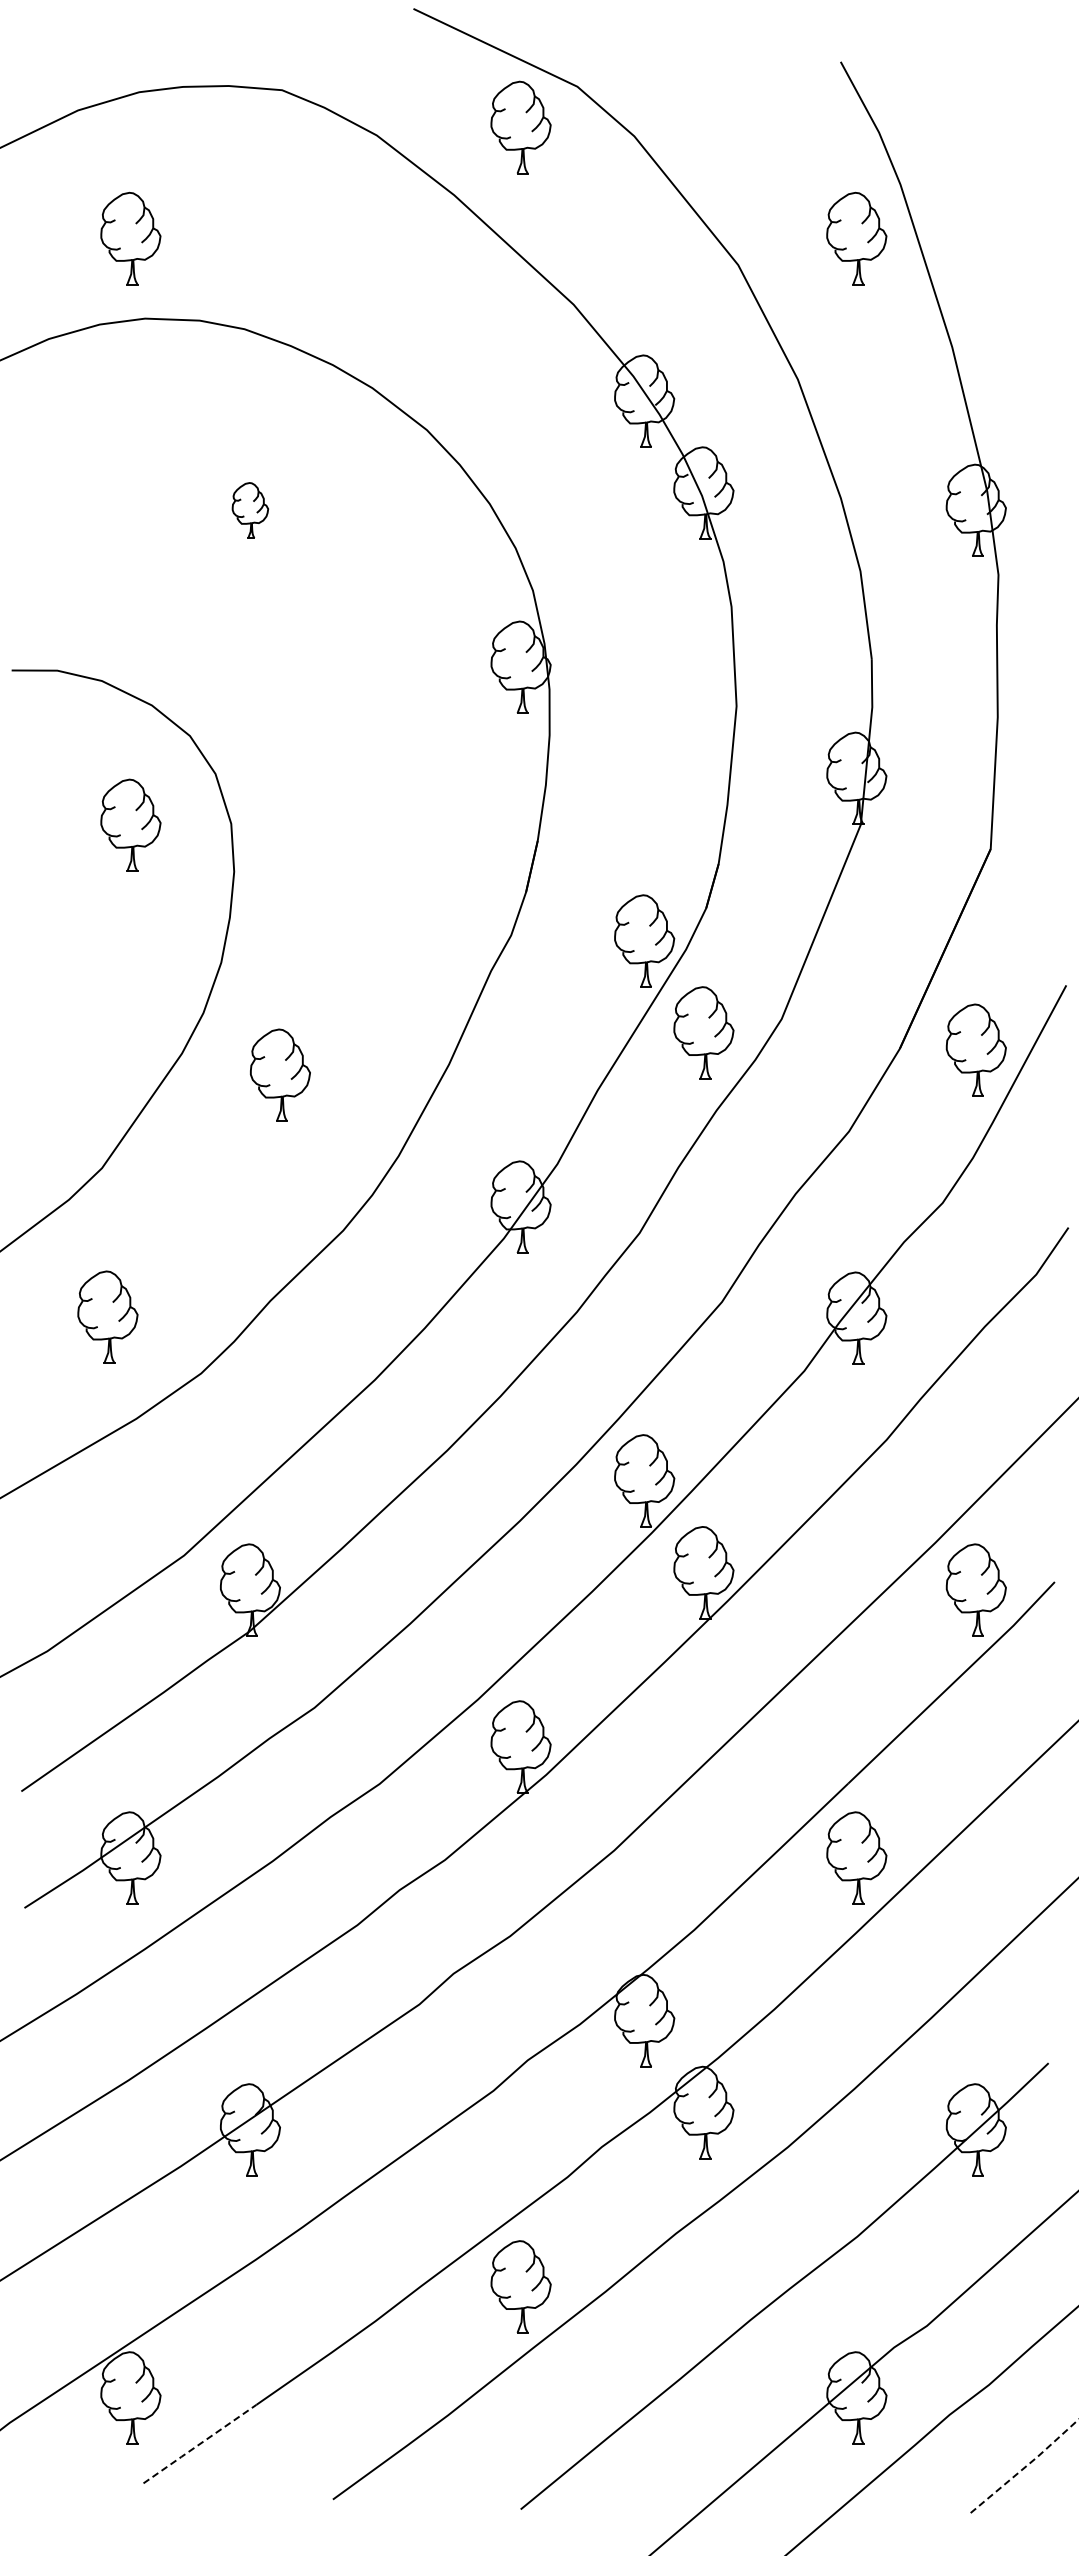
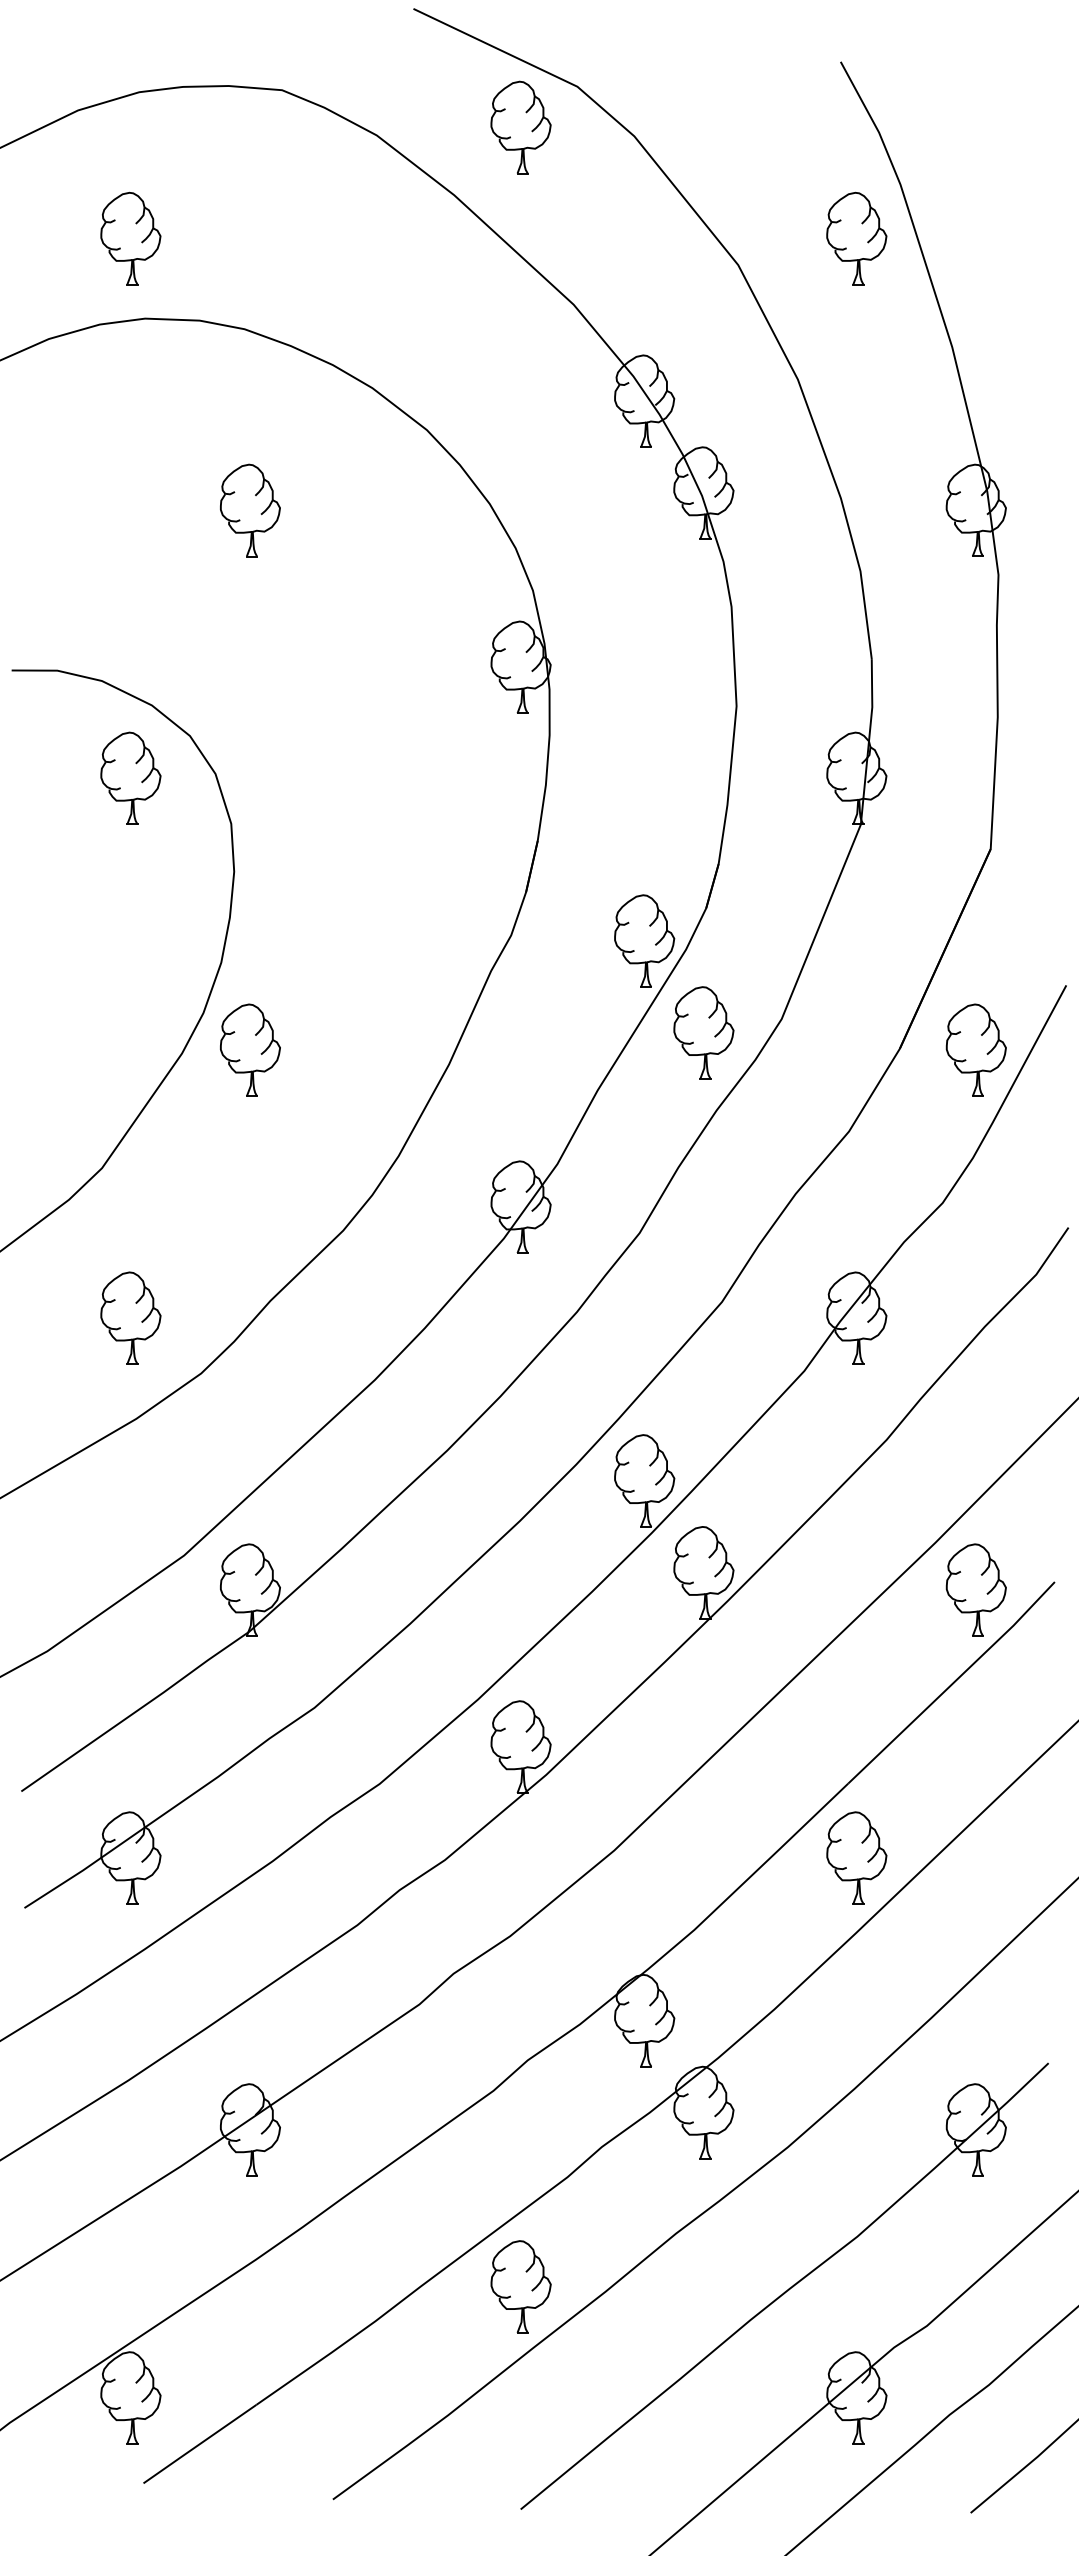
part at (250, 510) size: 39x57 px -> 61x95 px
part at (130, 824) position: (130, 824) -> (130, 777)
part at (280, 1074) position: (280, 1074) -> (250, 1049)
part at (107, 1316) position: (107, 1316) -> (130, 1317)
line at (199, 2444): dashed -> solid
line at (1025, 2466): dashed -> solid
